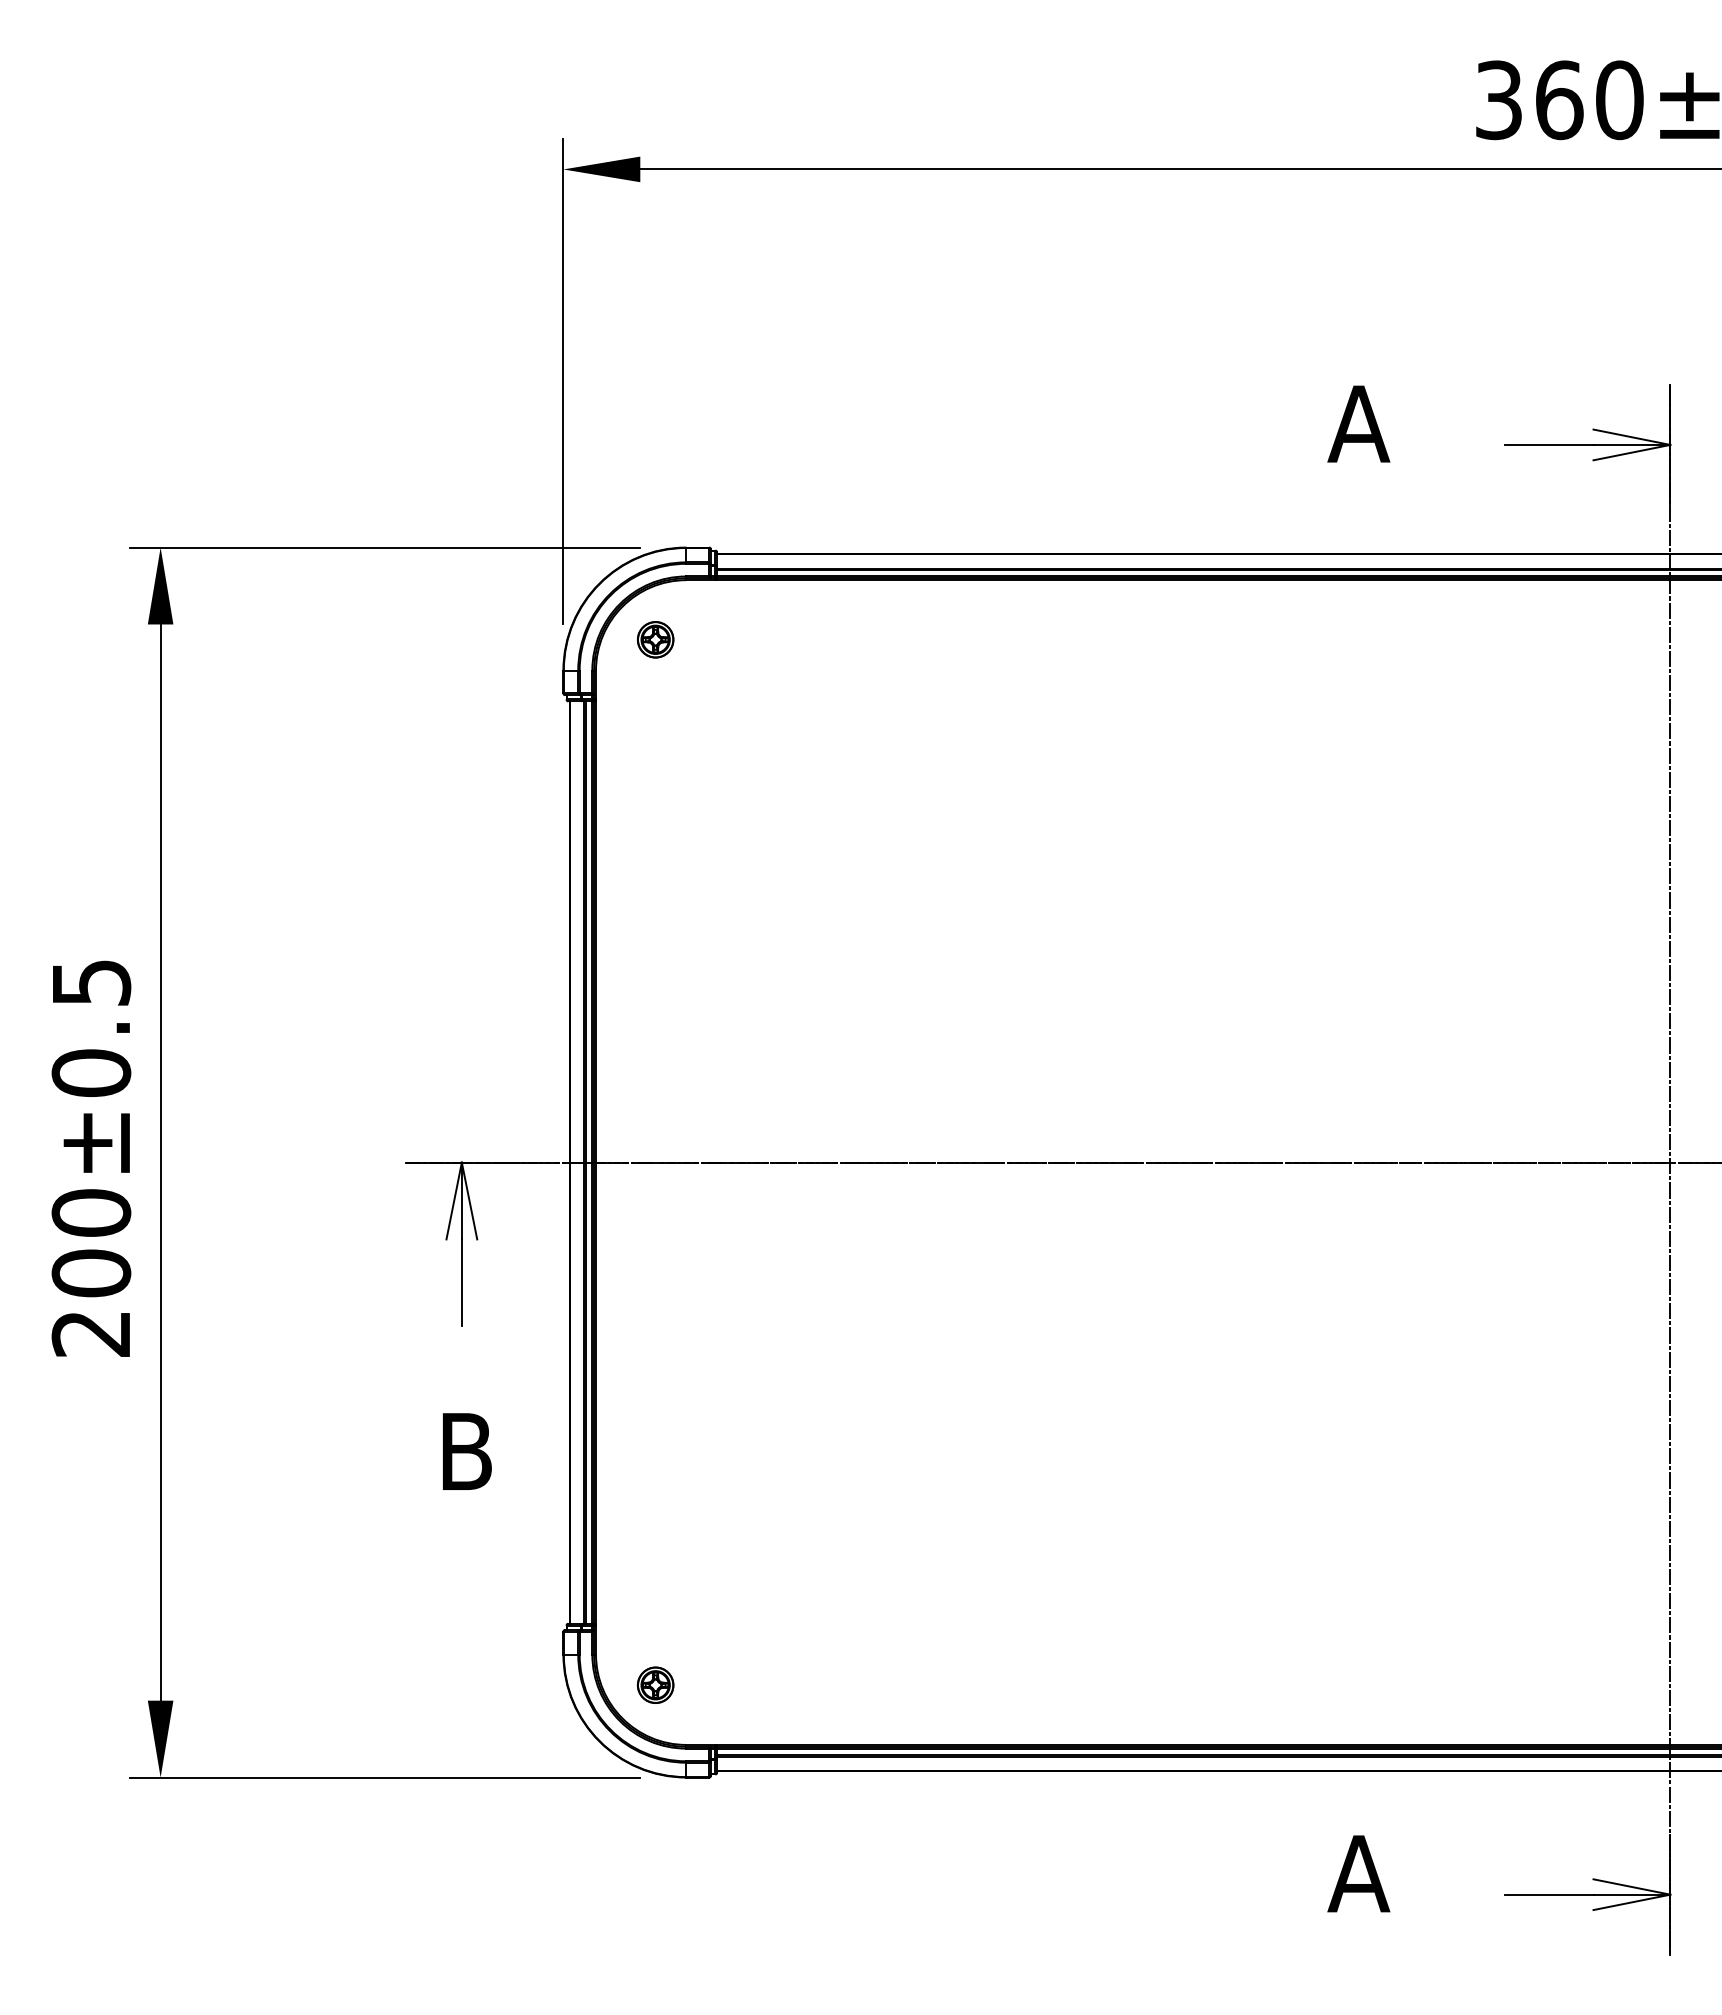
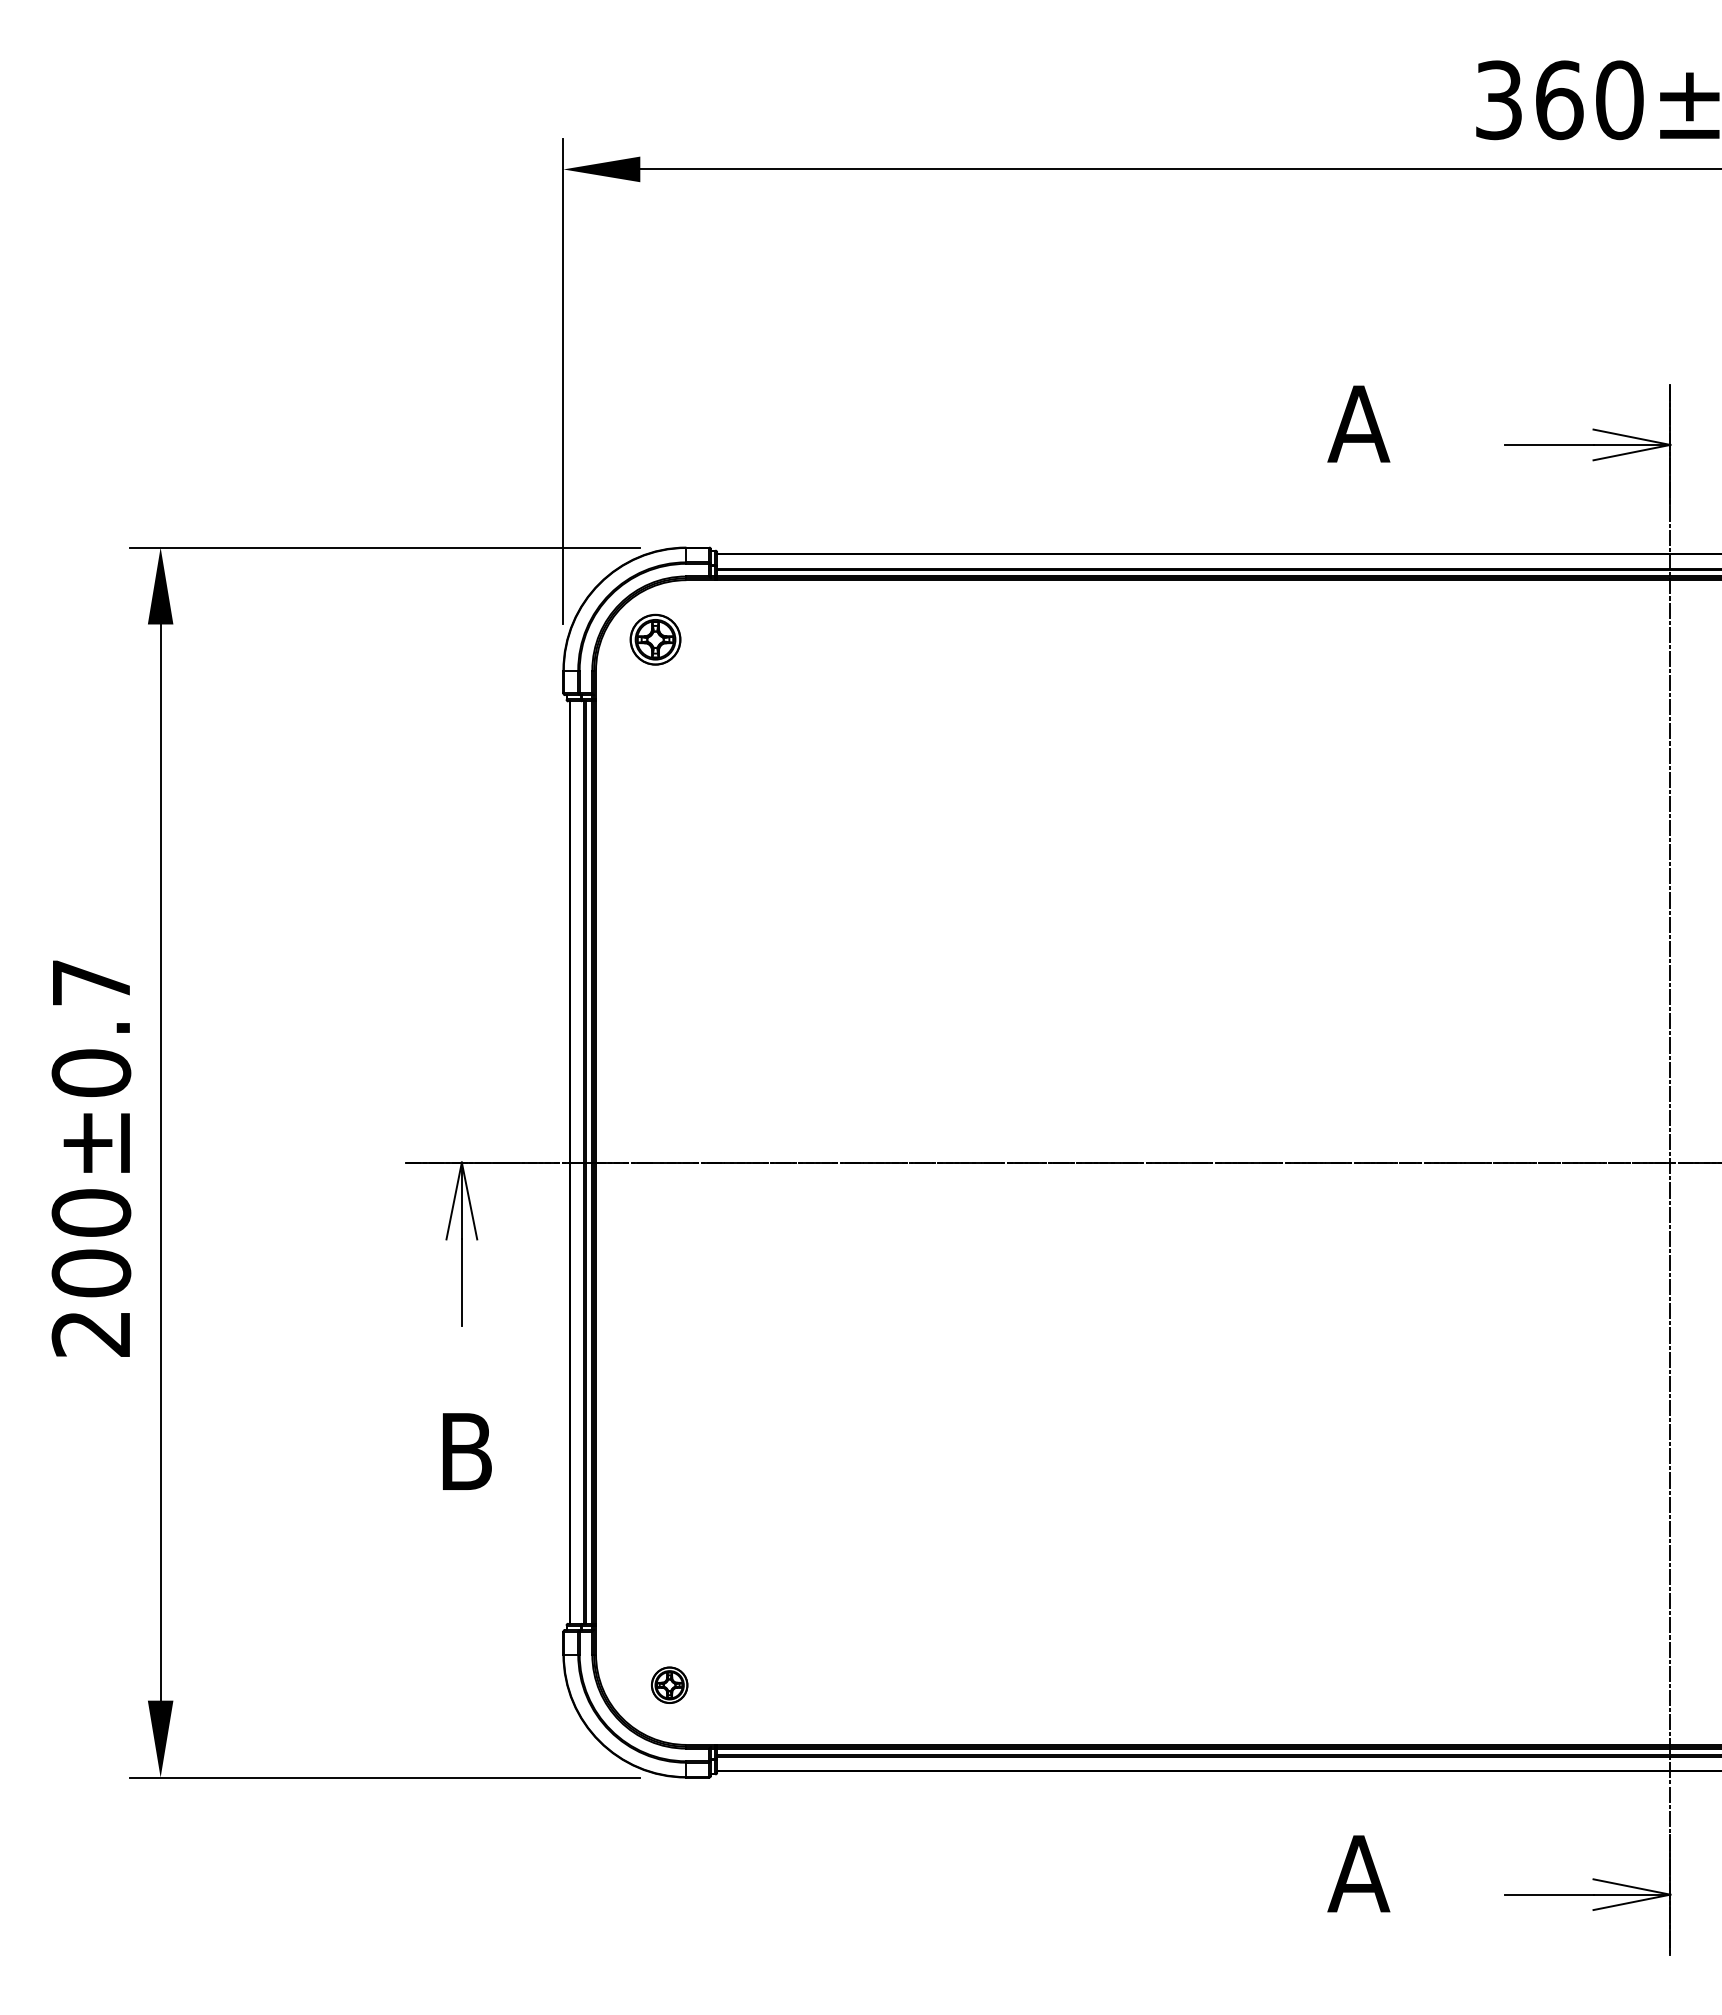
part at (655, 639) size: 38x38 px -> 53x53 px
text at (92, 982): 200±0.5 -> 200±0.7
part at (655, 1684) position: (655, 1684) -> (669, 1684)
